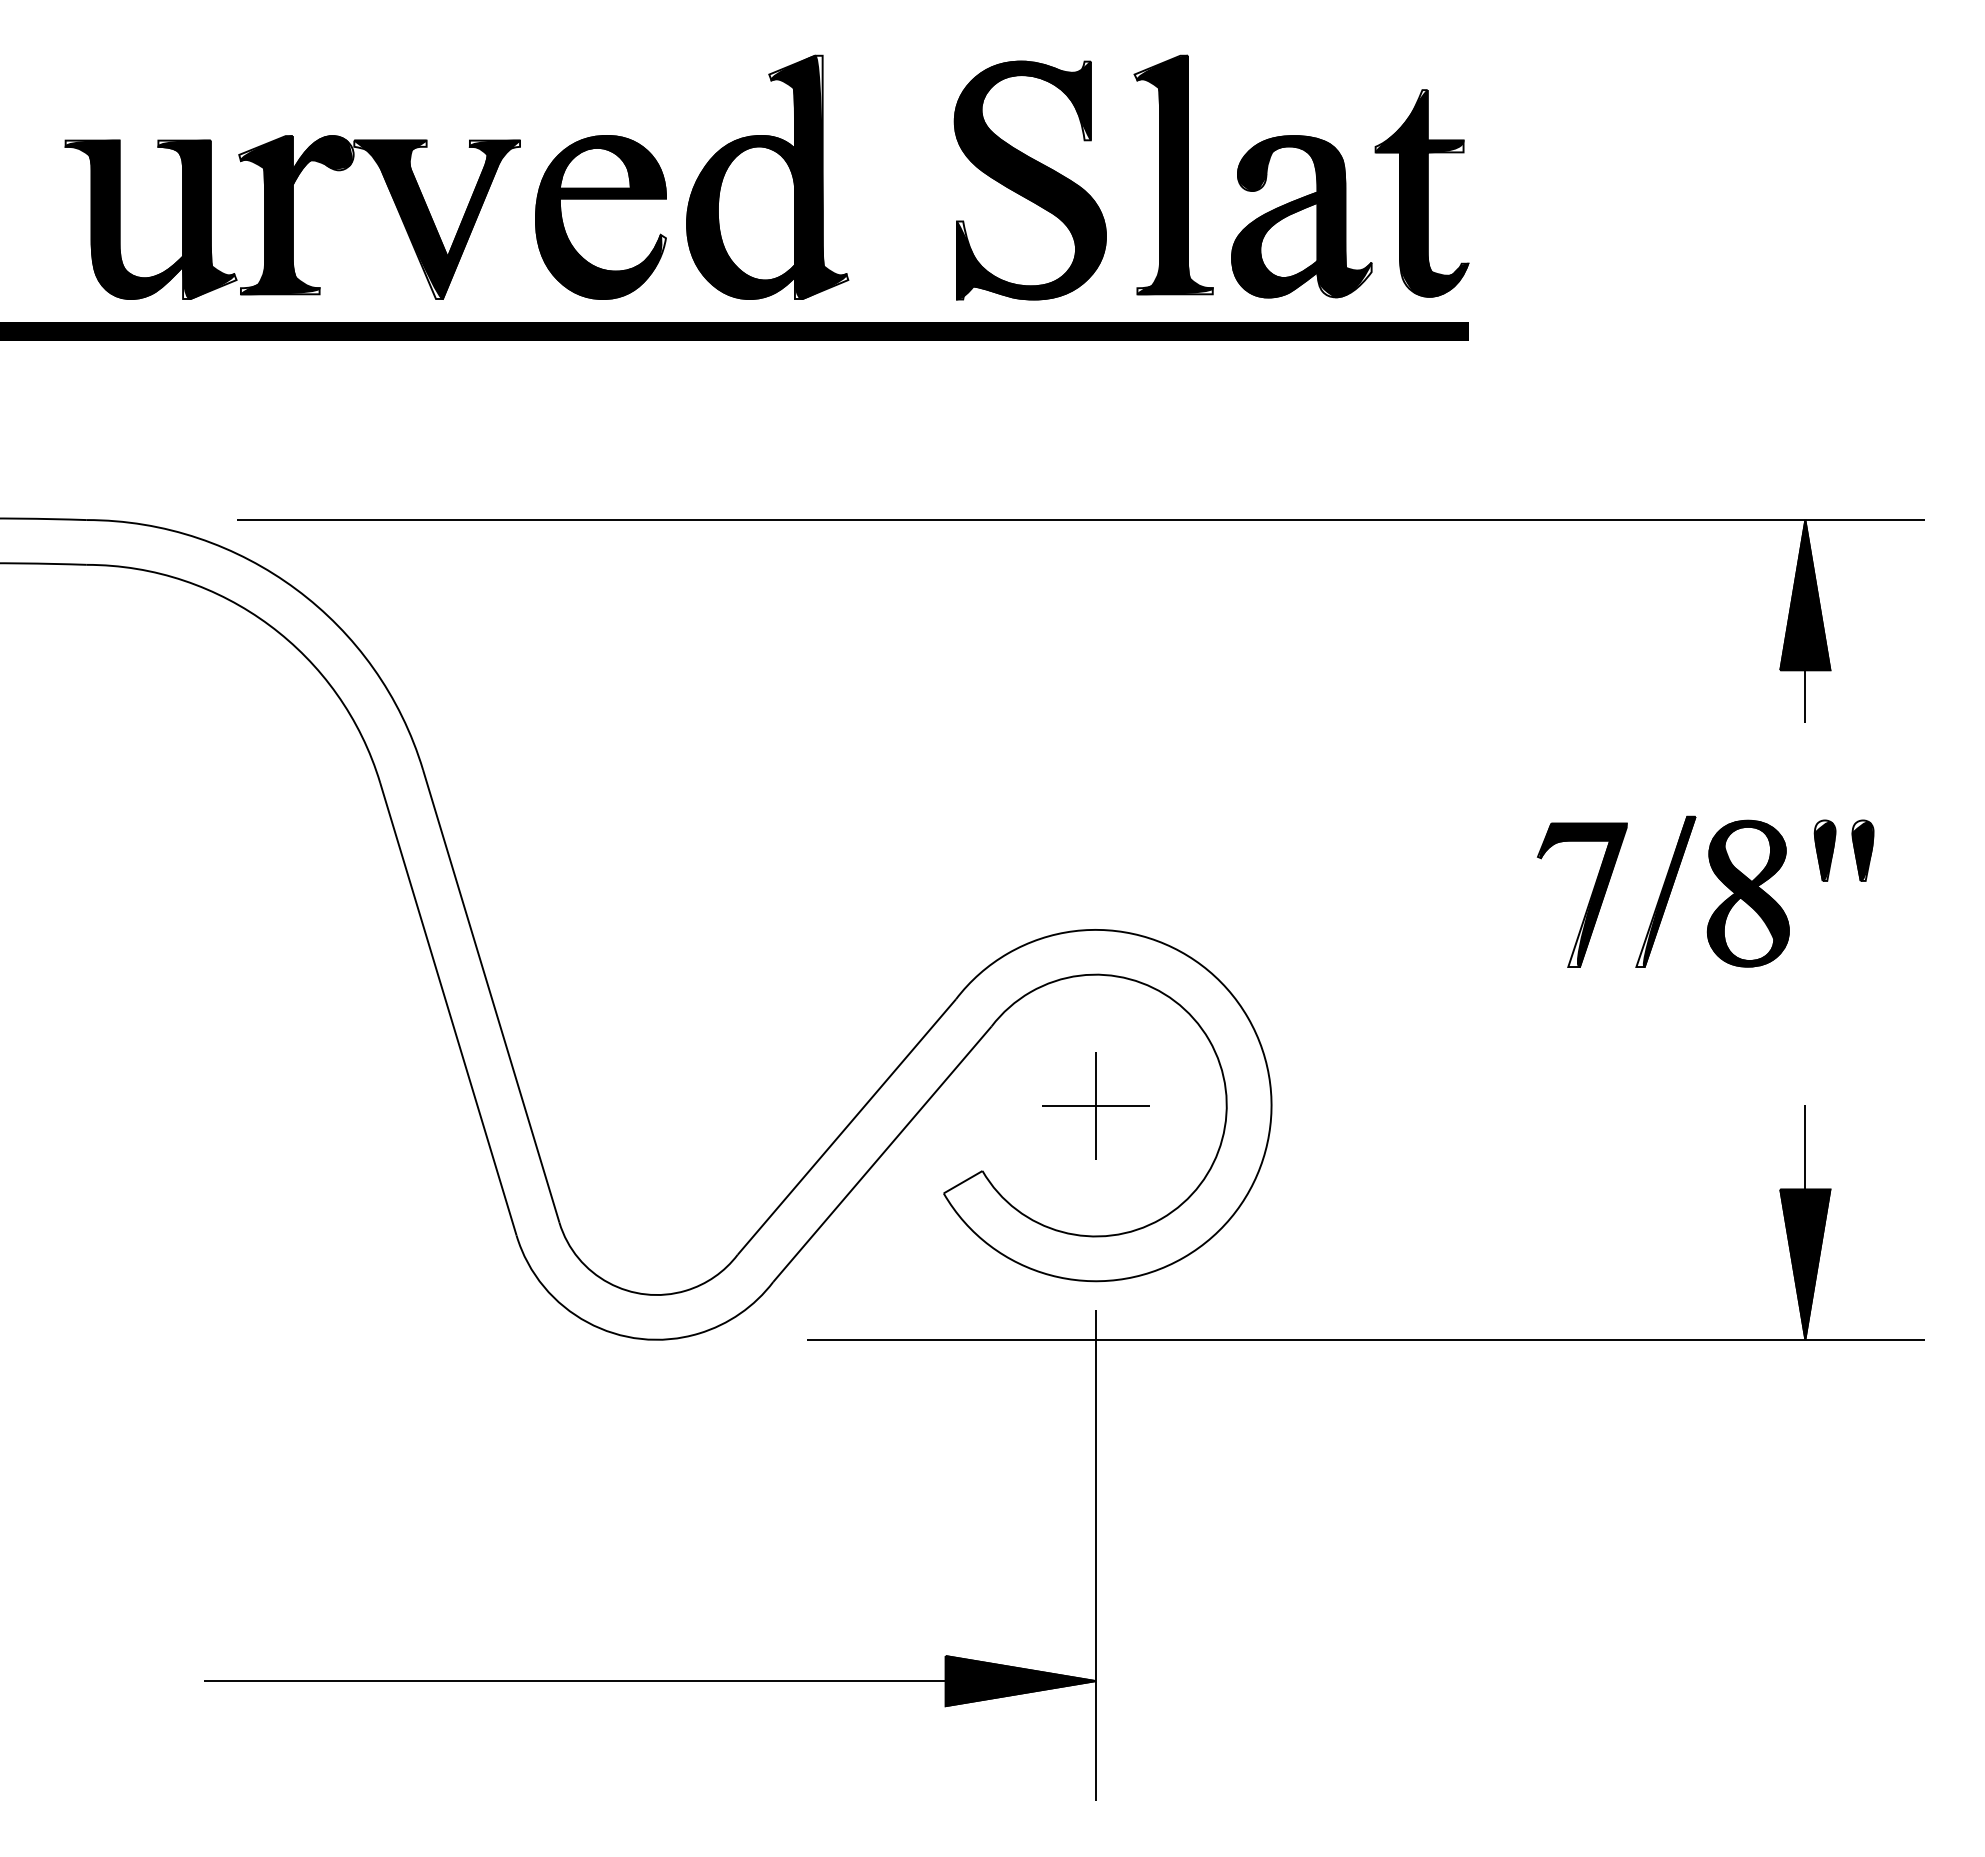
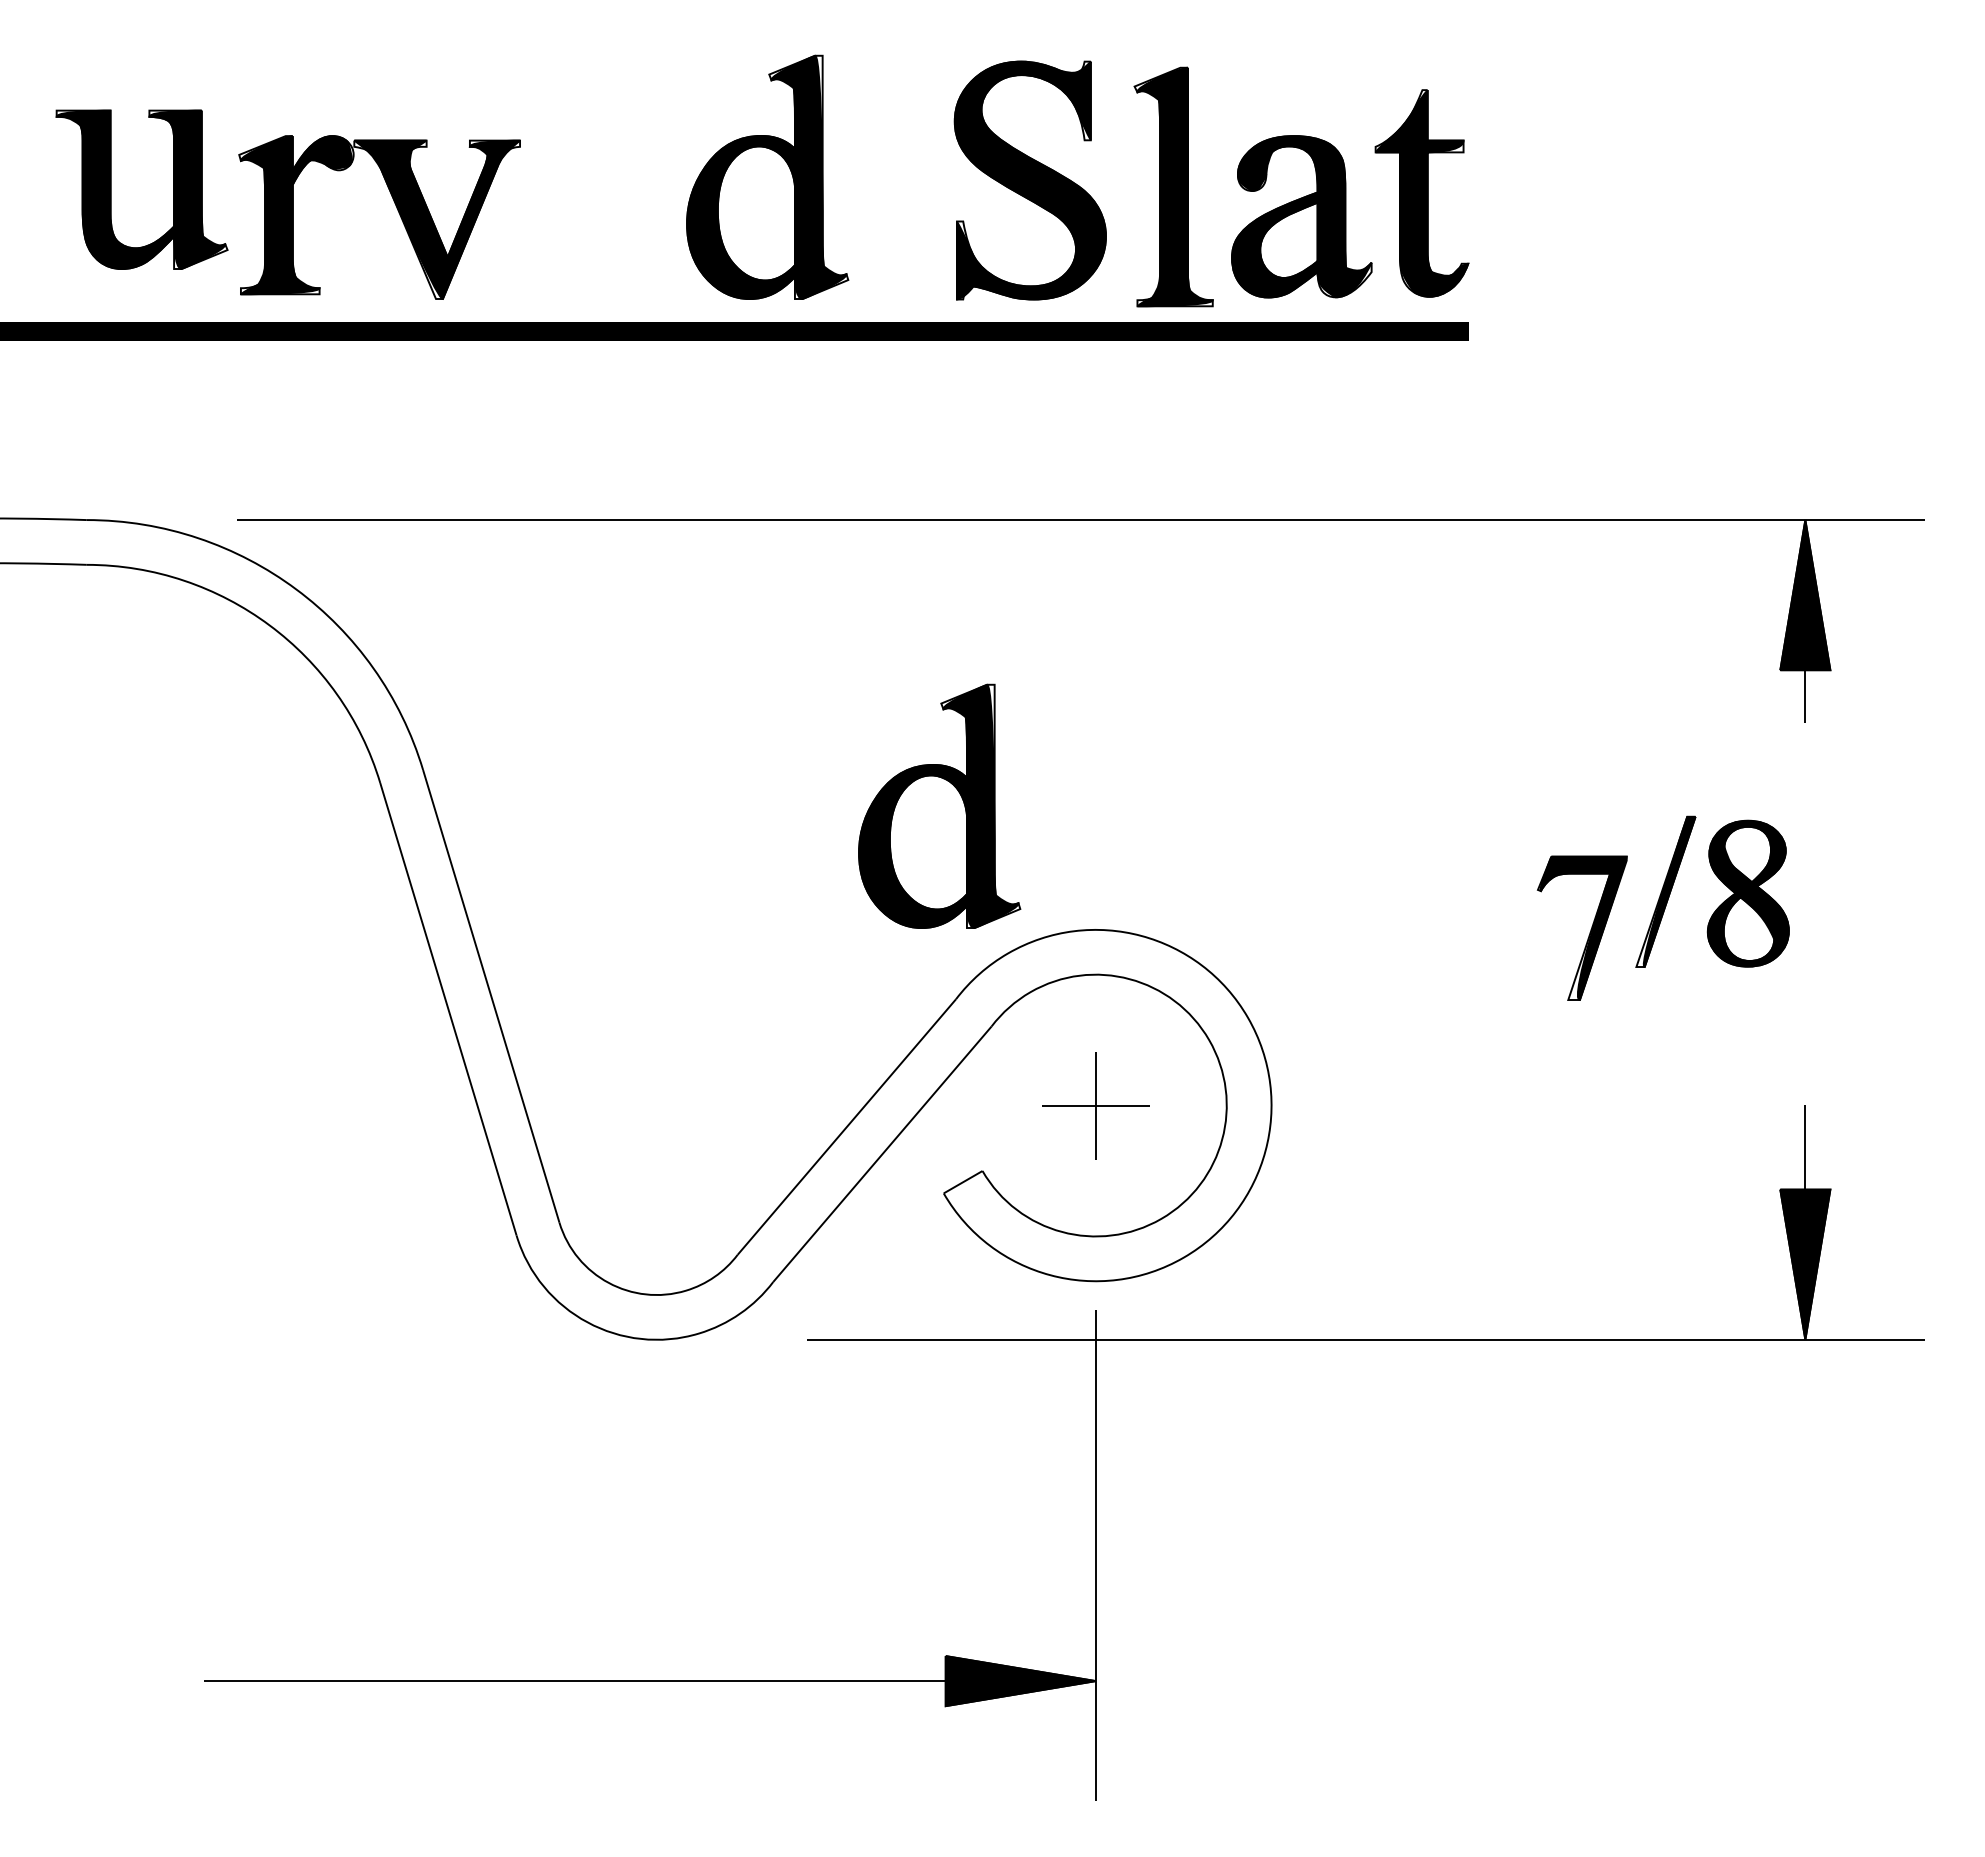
part at (1173, 174) position: (1173, 174) -> (1173, 186)
part at (600, 199): present -> none
part at (120, 219) position: (120, 219) -> (111, 189)
part at (939, 805): none -> present
part at (1834, 848): present -> none
part at (1590, 896) position: (1590, 896) -> (1590, 929)
